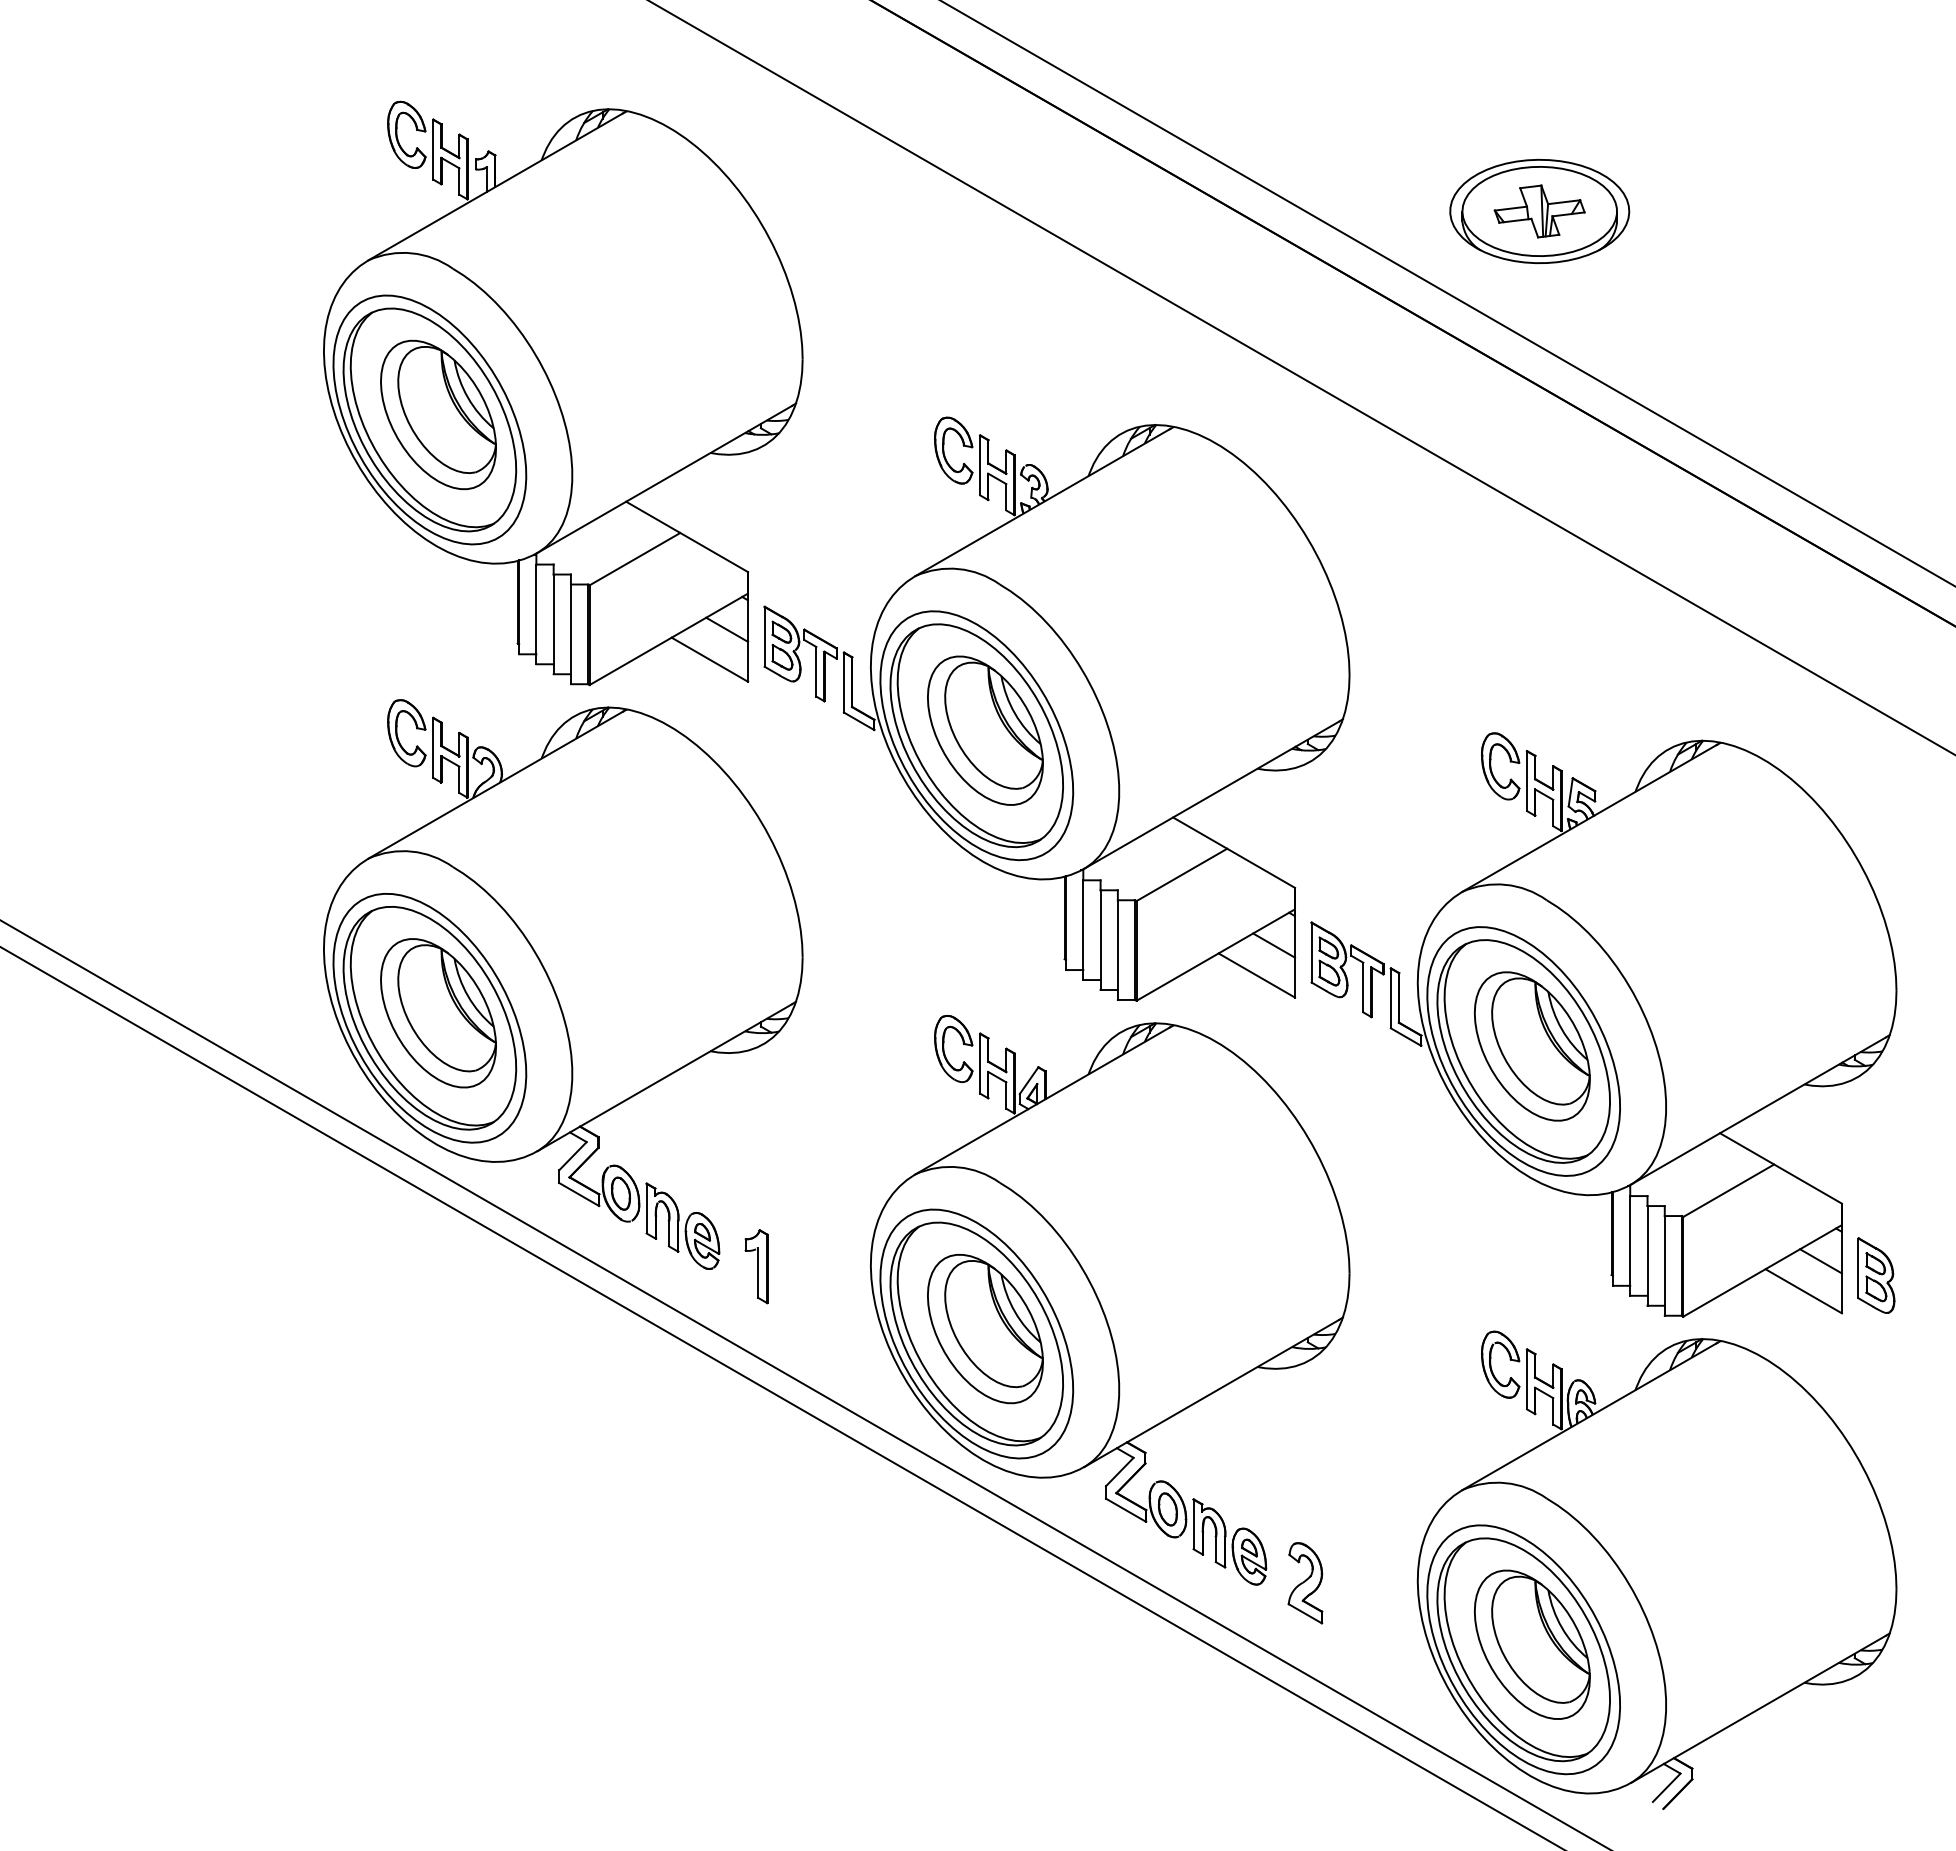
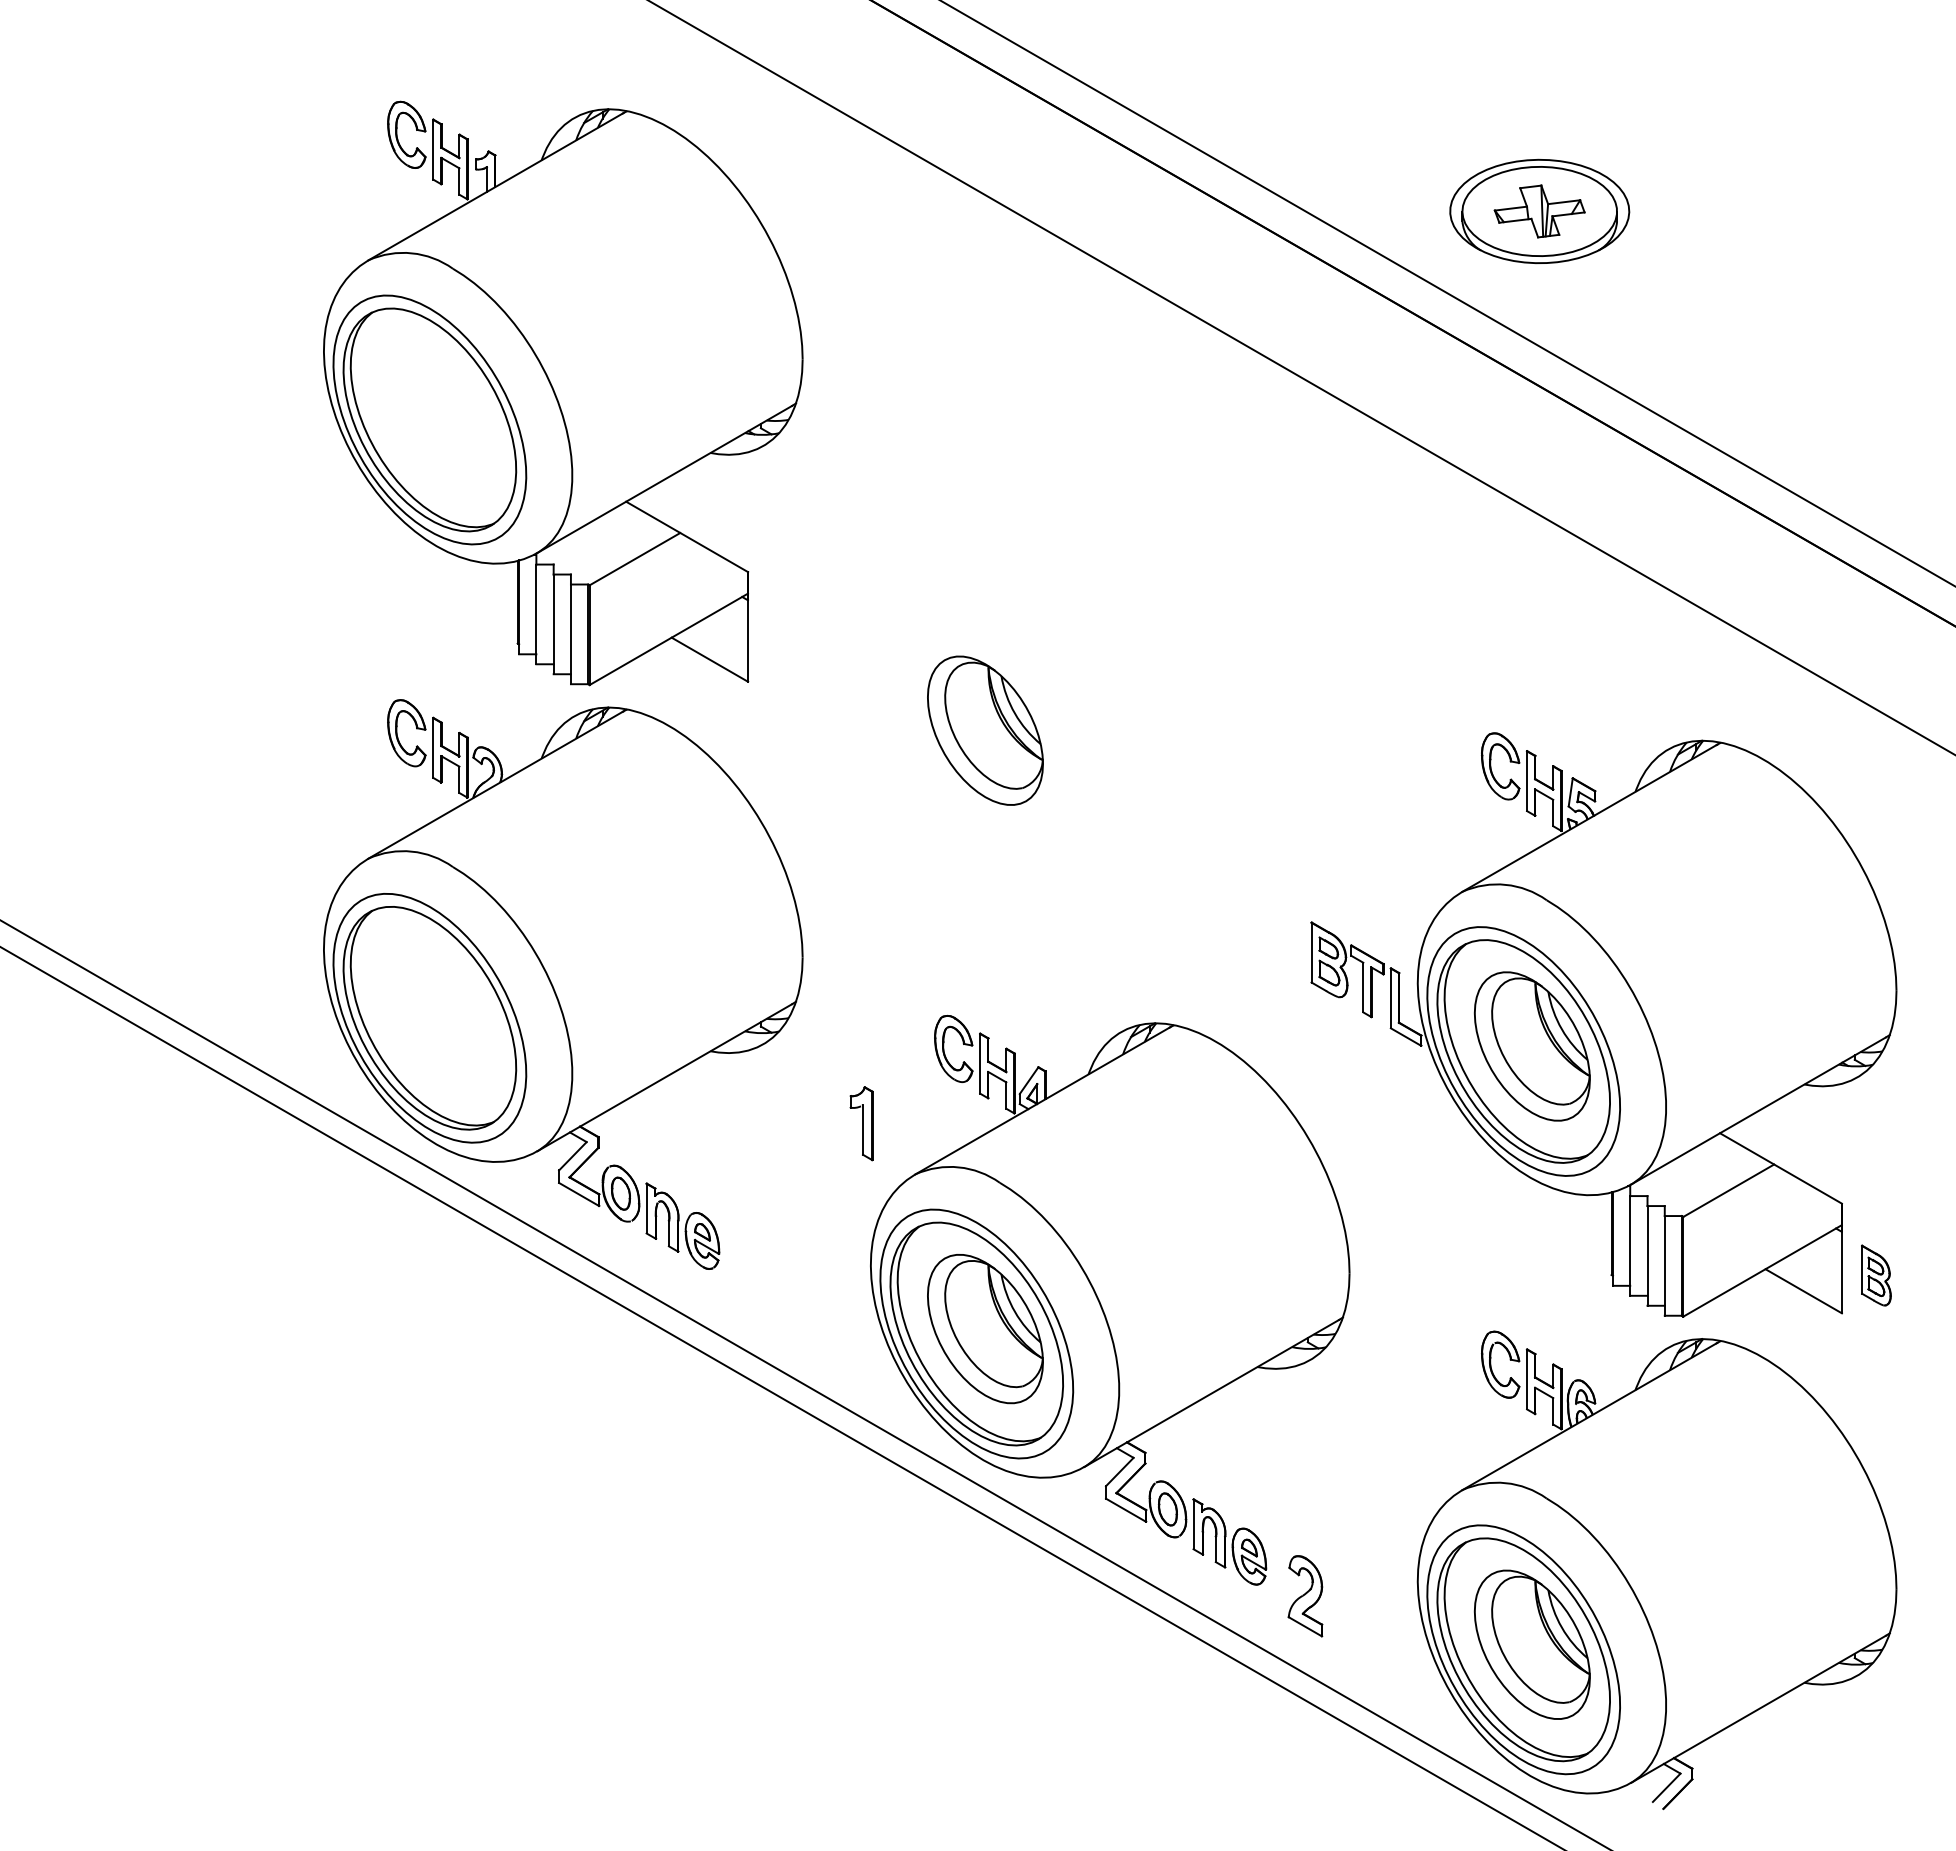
part at (438, 414): present -> none
line at (727, 629): present -> none
part at (1056, 708): present -> none
part at (438, 1013): present -> none
line at (1820, 1261): present -> none
part at (756, 1266) position: (756, 1266) -> (861, 1123)
part at (1876, 1275) size: 39x77 px -> 31x63 px
part at (1305, 1583) position: (1305, 1583) -> (1305, 1596)
